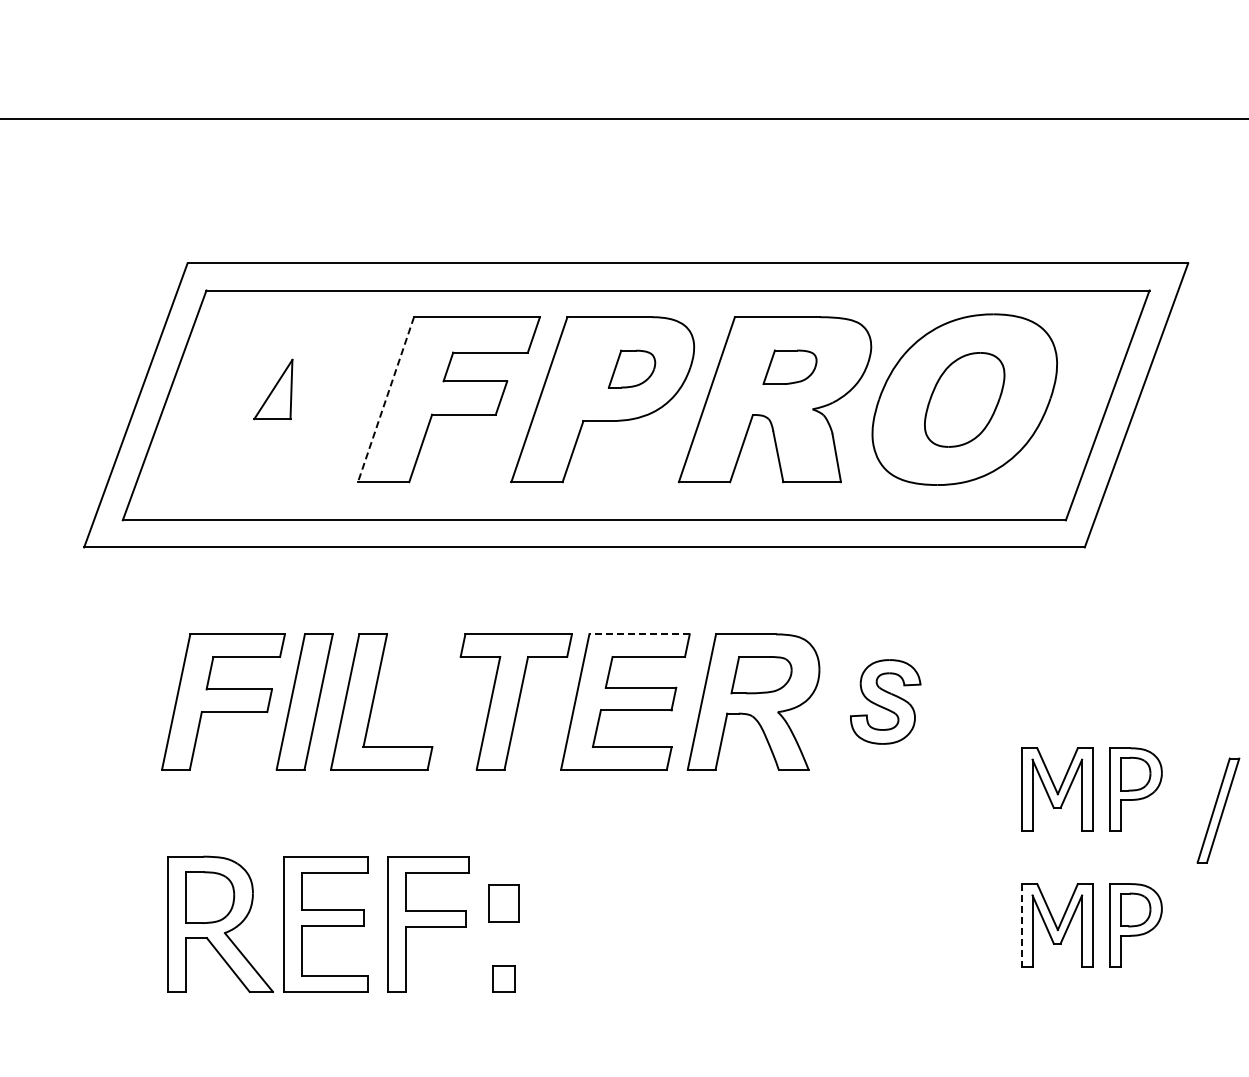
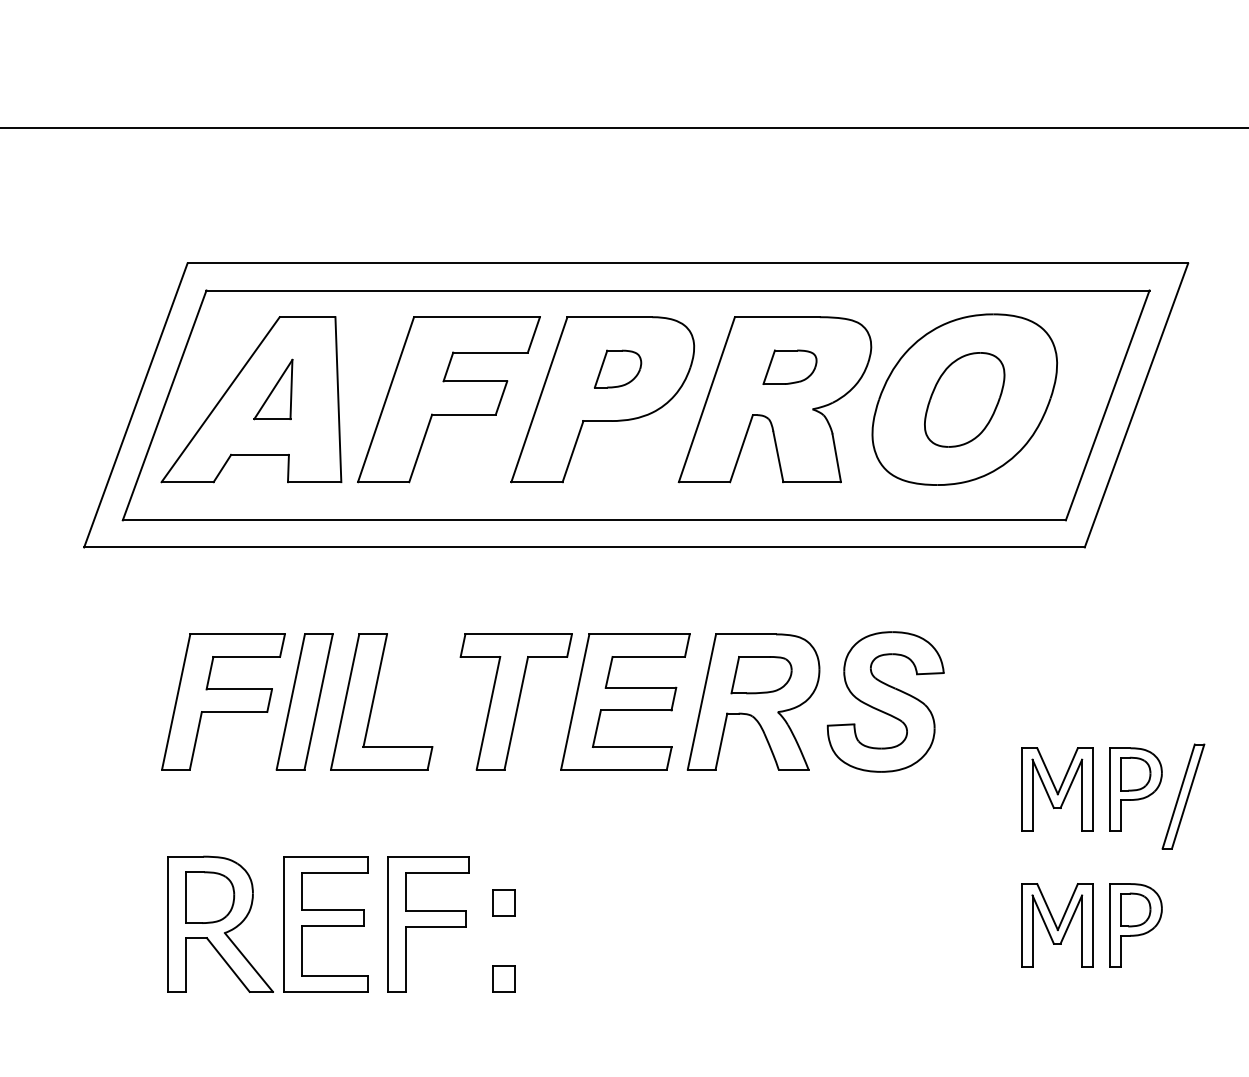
line at (623, 119) position: (623, 119) -> (623, 128)
part at (632, 368) position: (632, 368) -> (618, 368)
part at (251, 399): none -> present
line at (385, 400): dashed -> solid
line at (639, 634): dashed -> solid
part at (885, 701) size: 72x86 px -> 119x142 px
part at (1218, 810) position: (1218, 810) -> (1183, 796)
part at (503, 903) size: 32x39 px -> 24x28 px
line at (1022, 925): dashed -> solid
